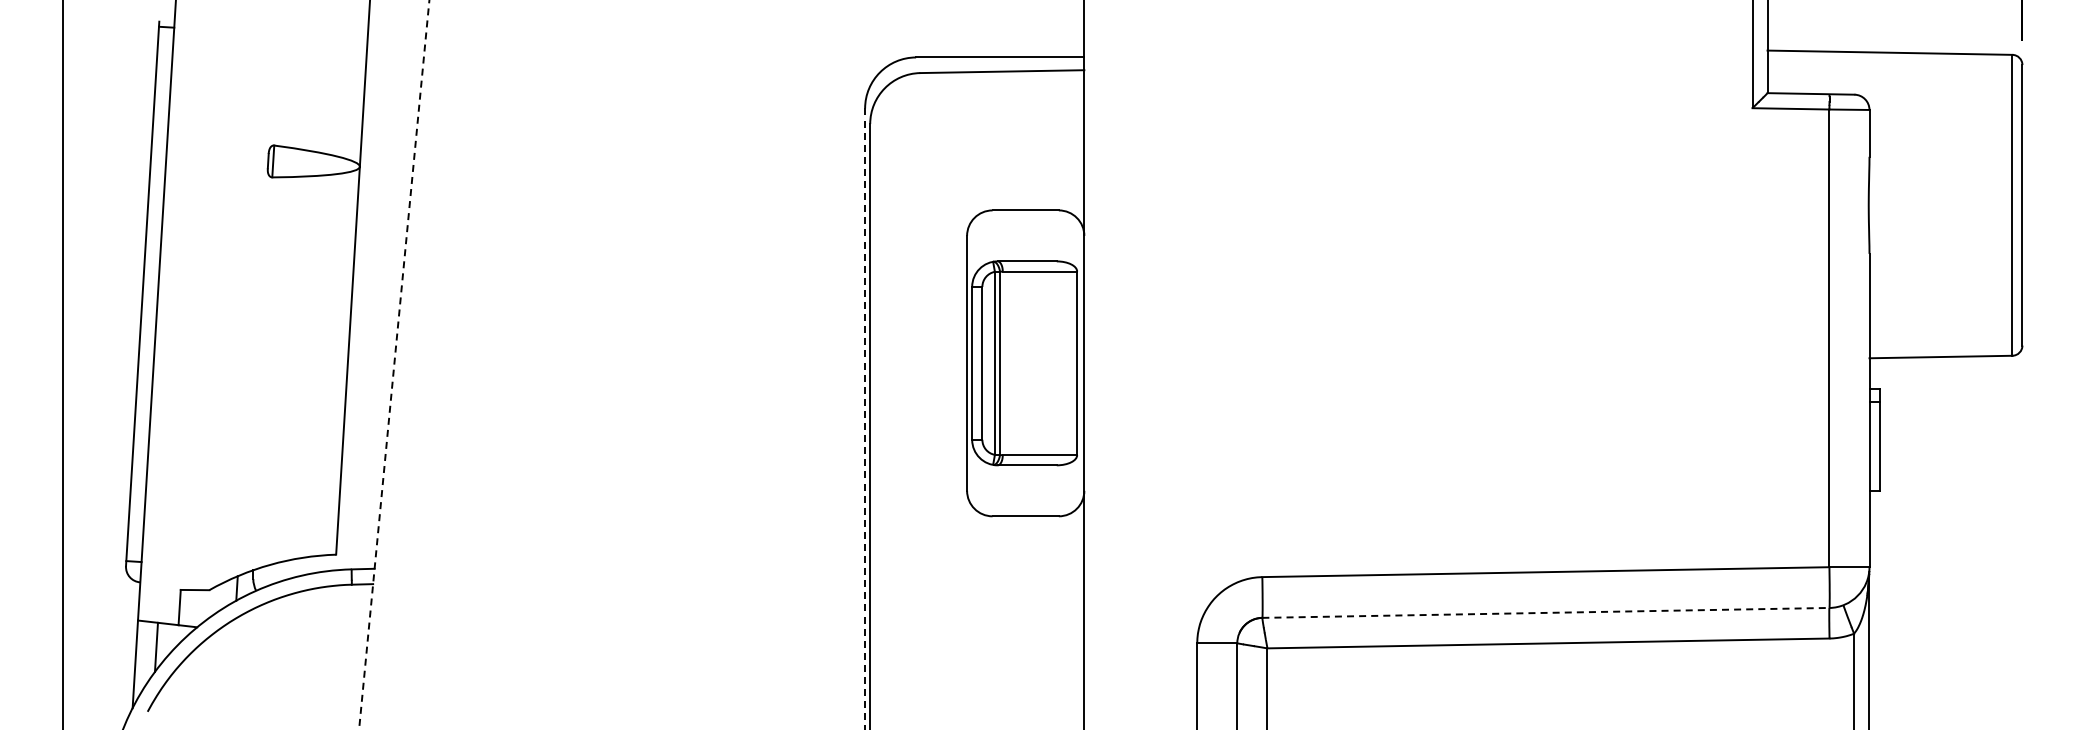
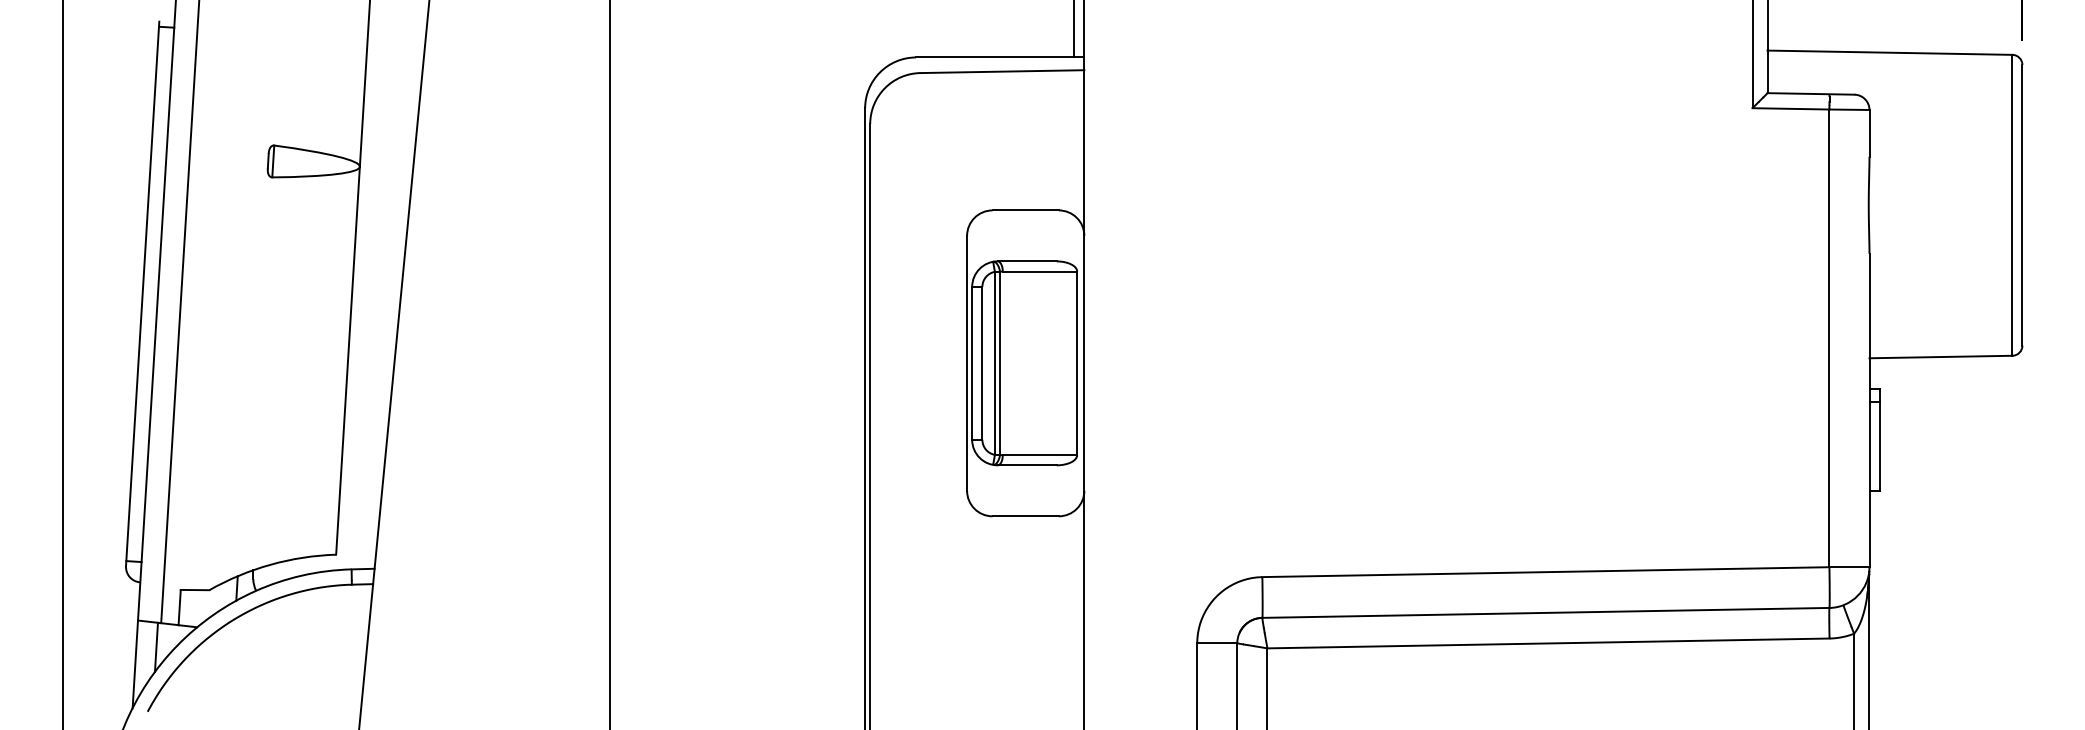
line at (1074, 29): none -> present
line at (180, 312): none -> present
line at (394, 364): dashed -> solid
line at (610, 364): none -> present
line at (865, 419): dashed -> solid
line at (1545, 612): dashed -> solid
